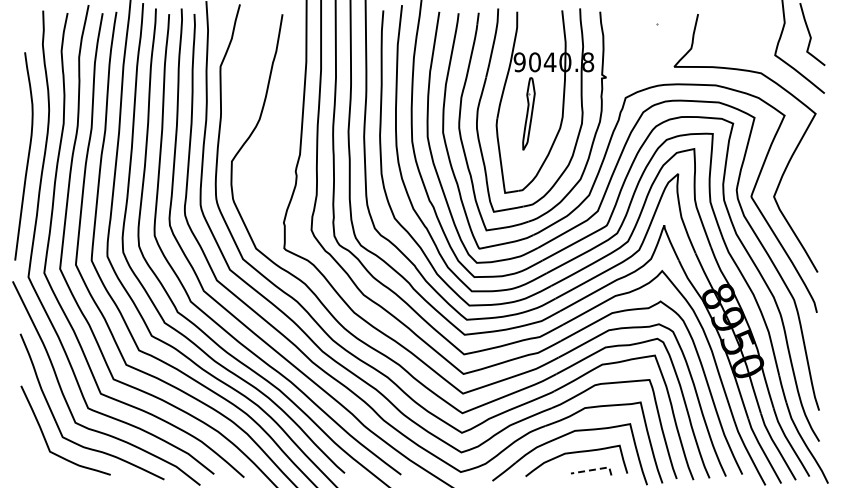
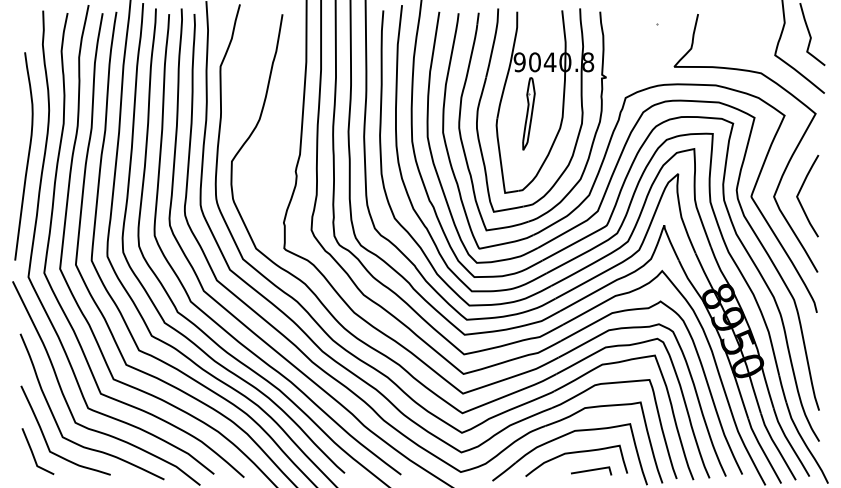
curve at (800, 192): none -> present
line at (33, 452): none -> present
line at (594, 469): dashed -> solid
